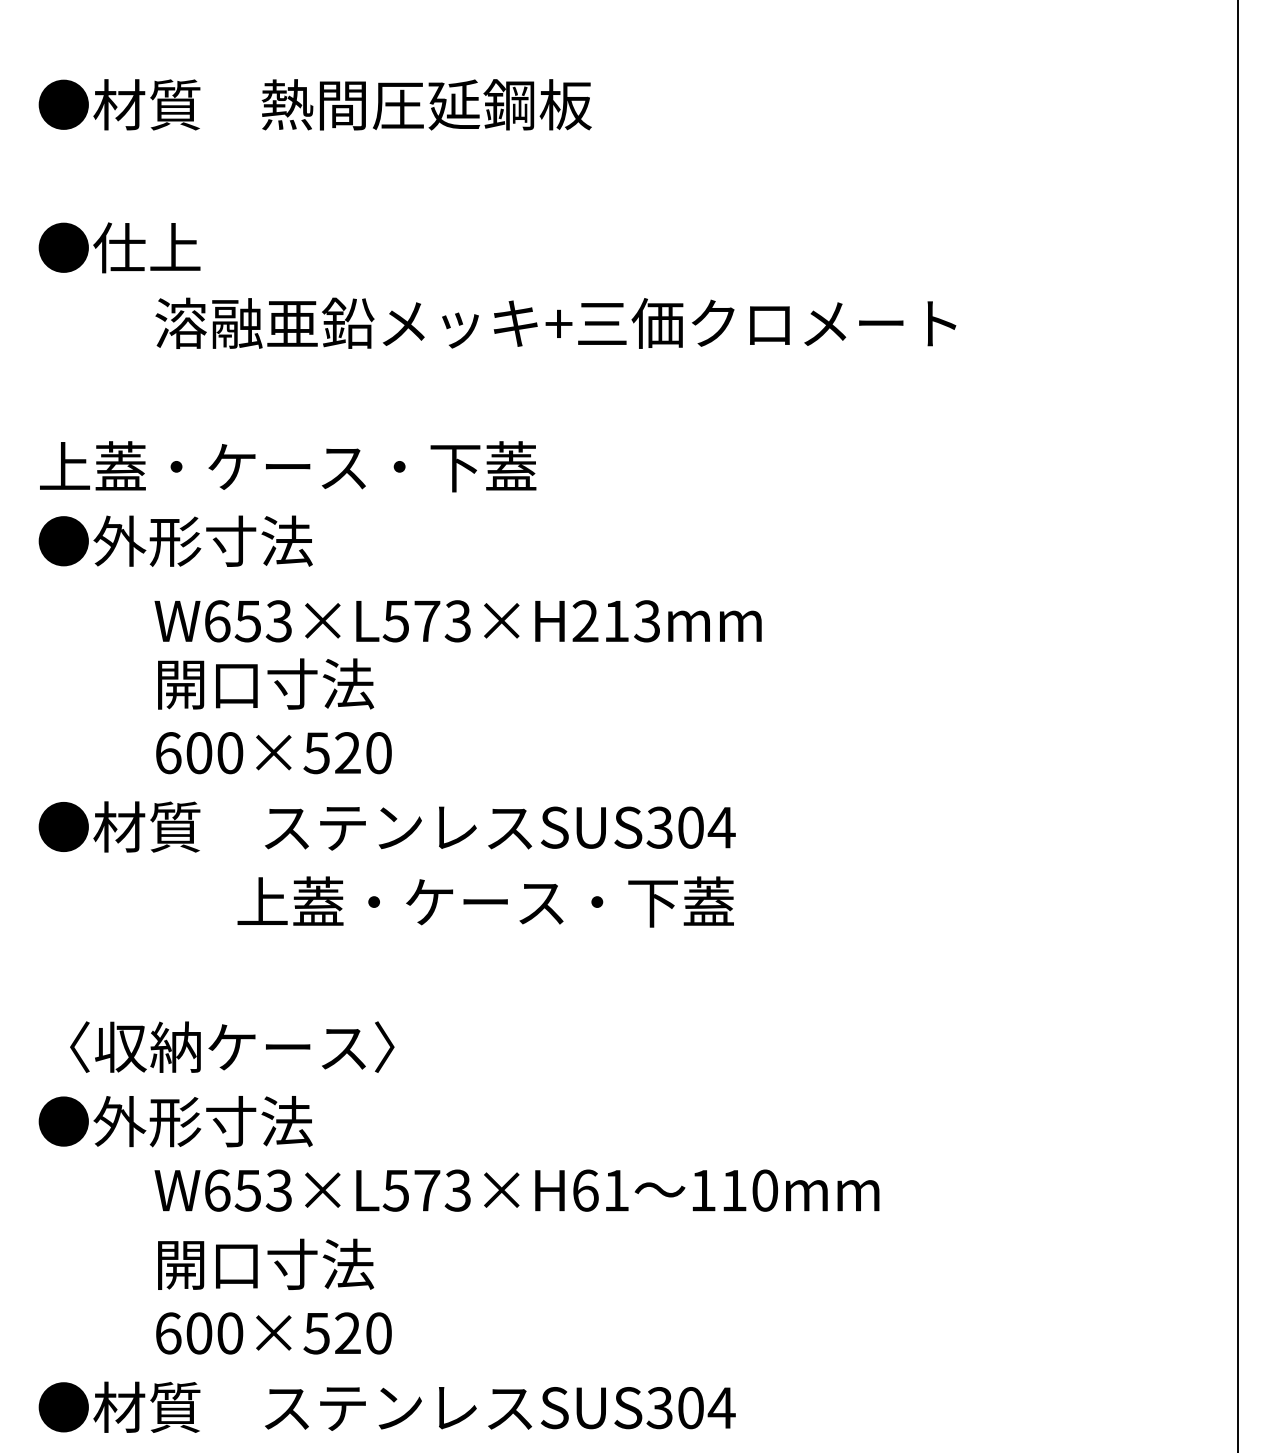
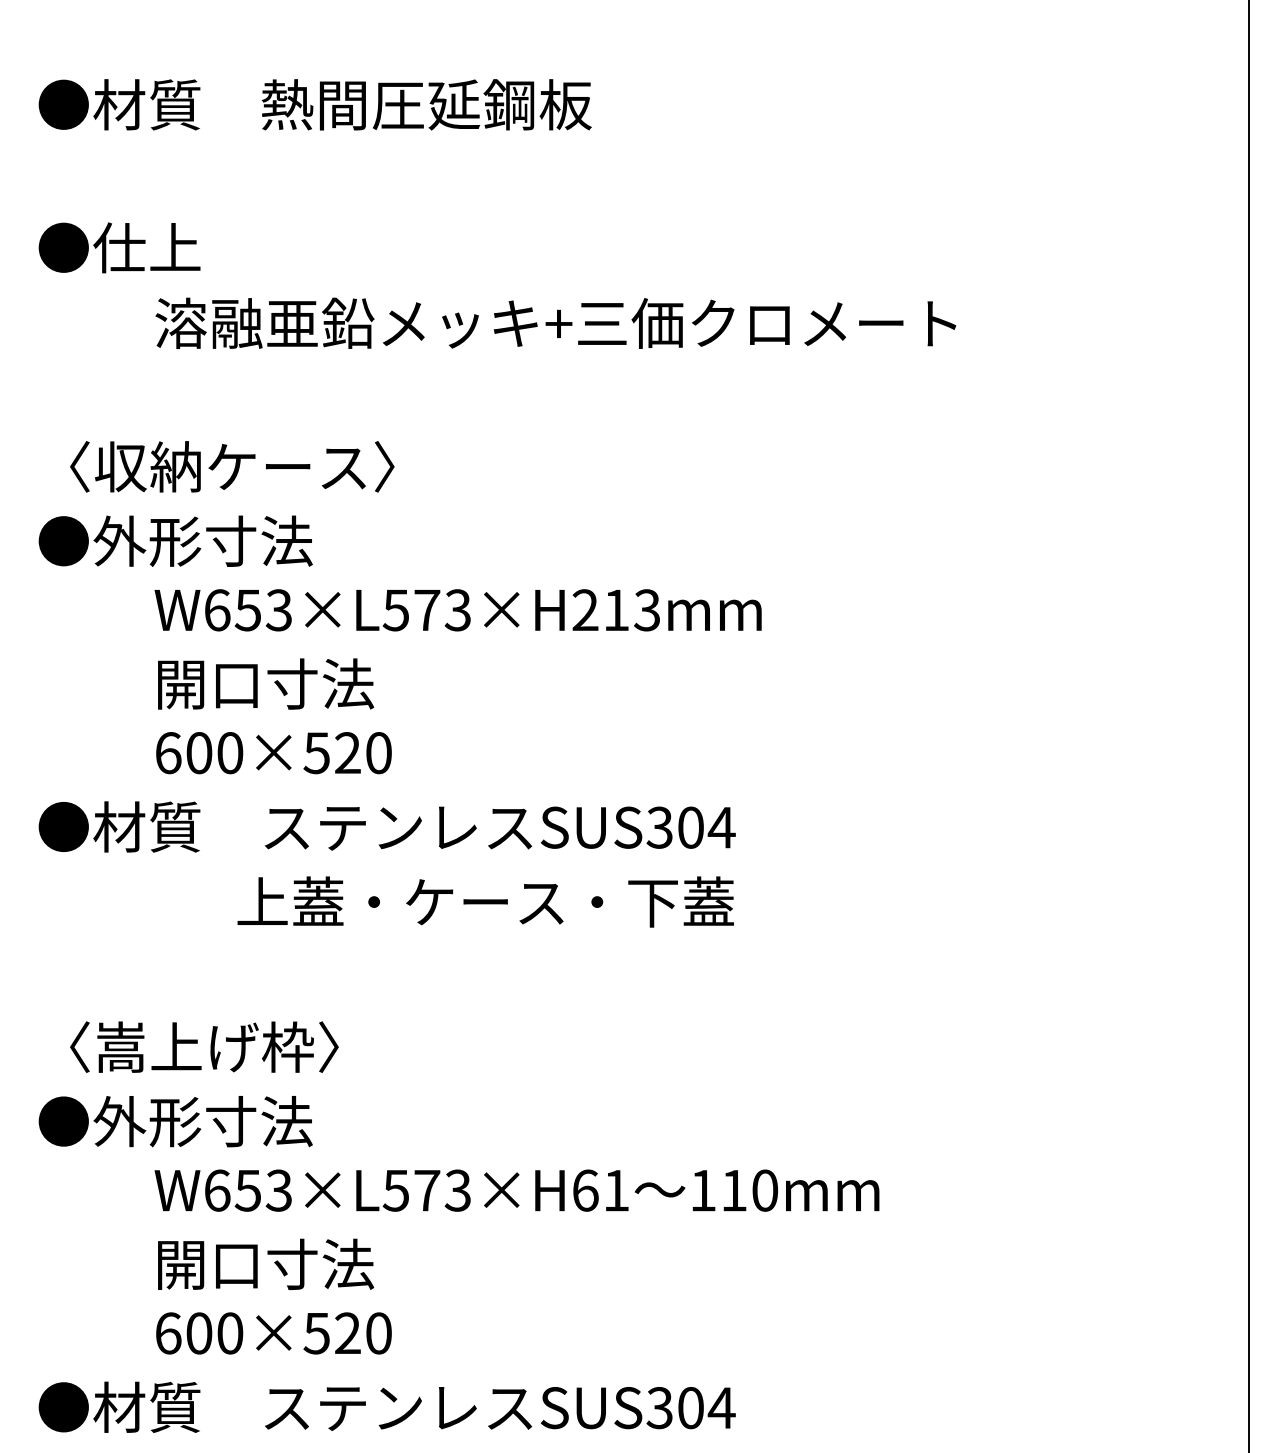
text at (288, 466): 上蓋・ケース・下蓋 -> 〈収納ケース〉
text at (457, 621) position: (457, 621) -> (457, 610)
line at (1238, 725) position: (1238, 725) -> (1249, 725)
text at (244, 1046): 〈収納ケース〉 -> 〈嵩上げ枠〉
